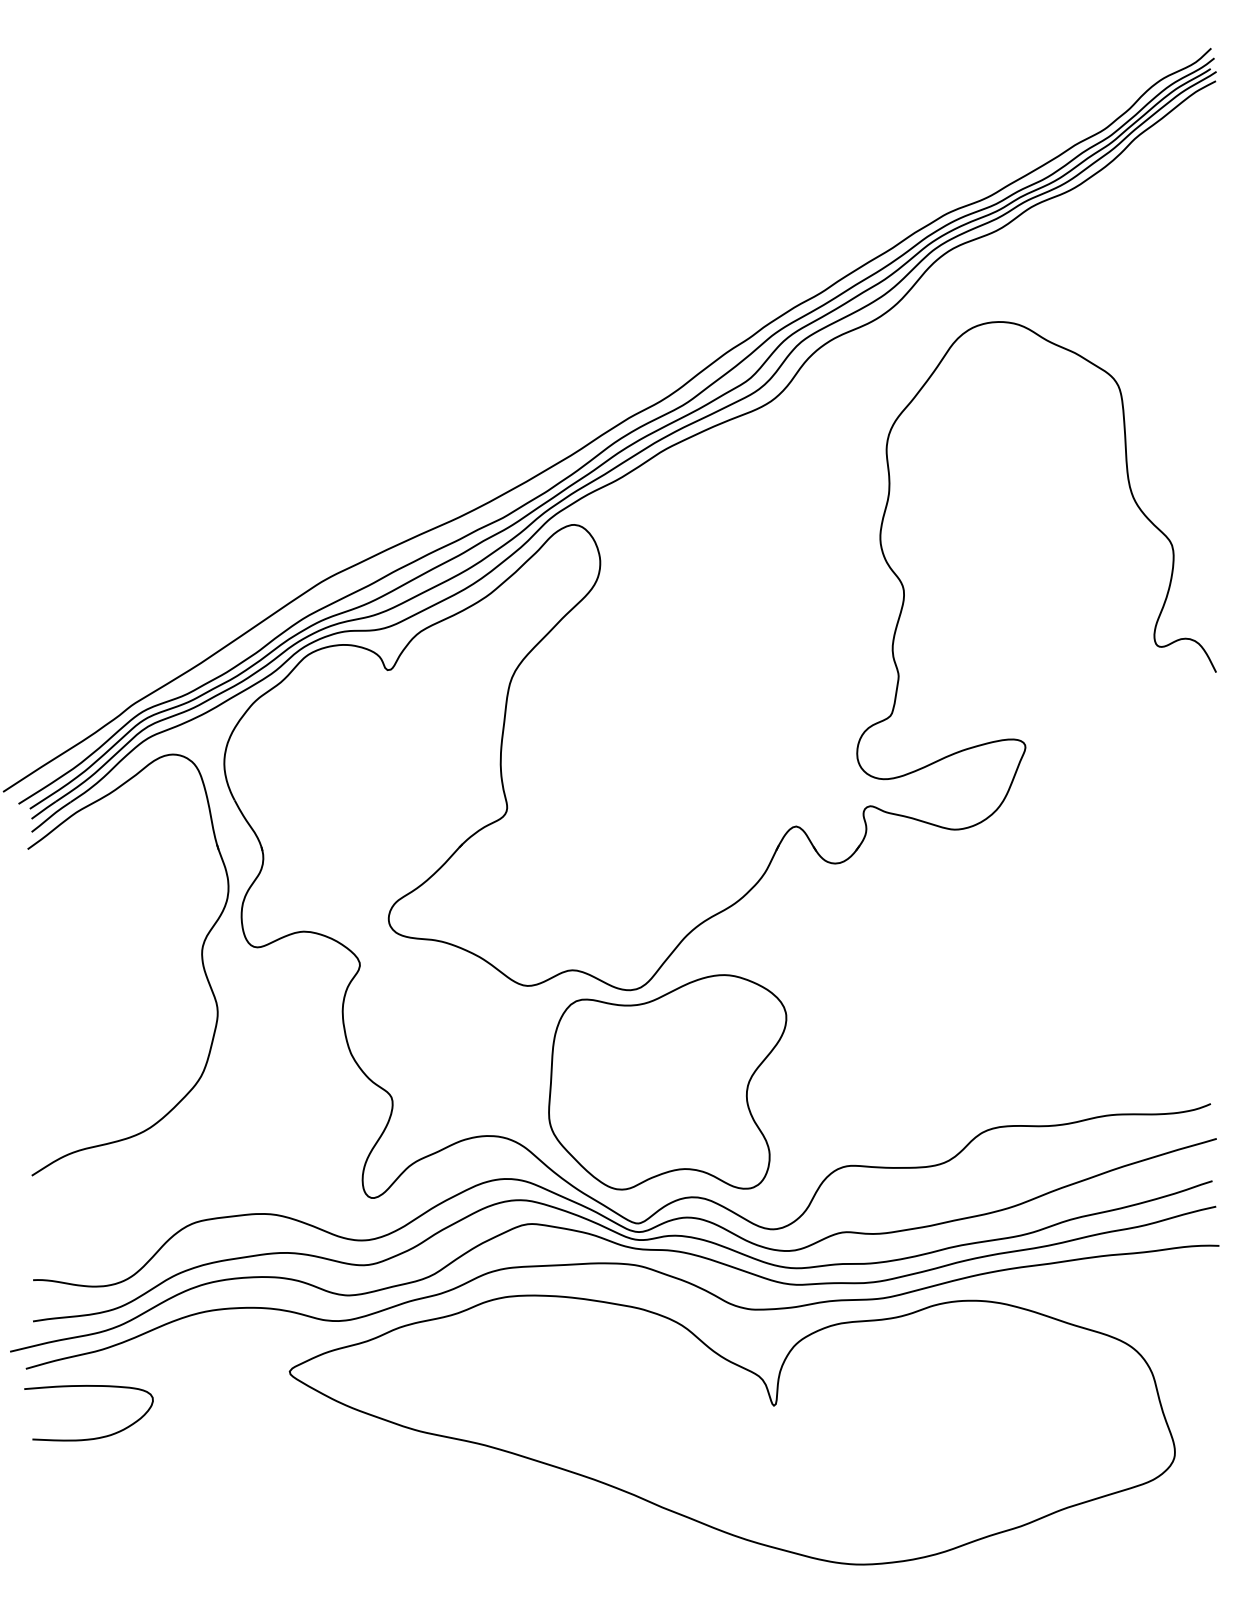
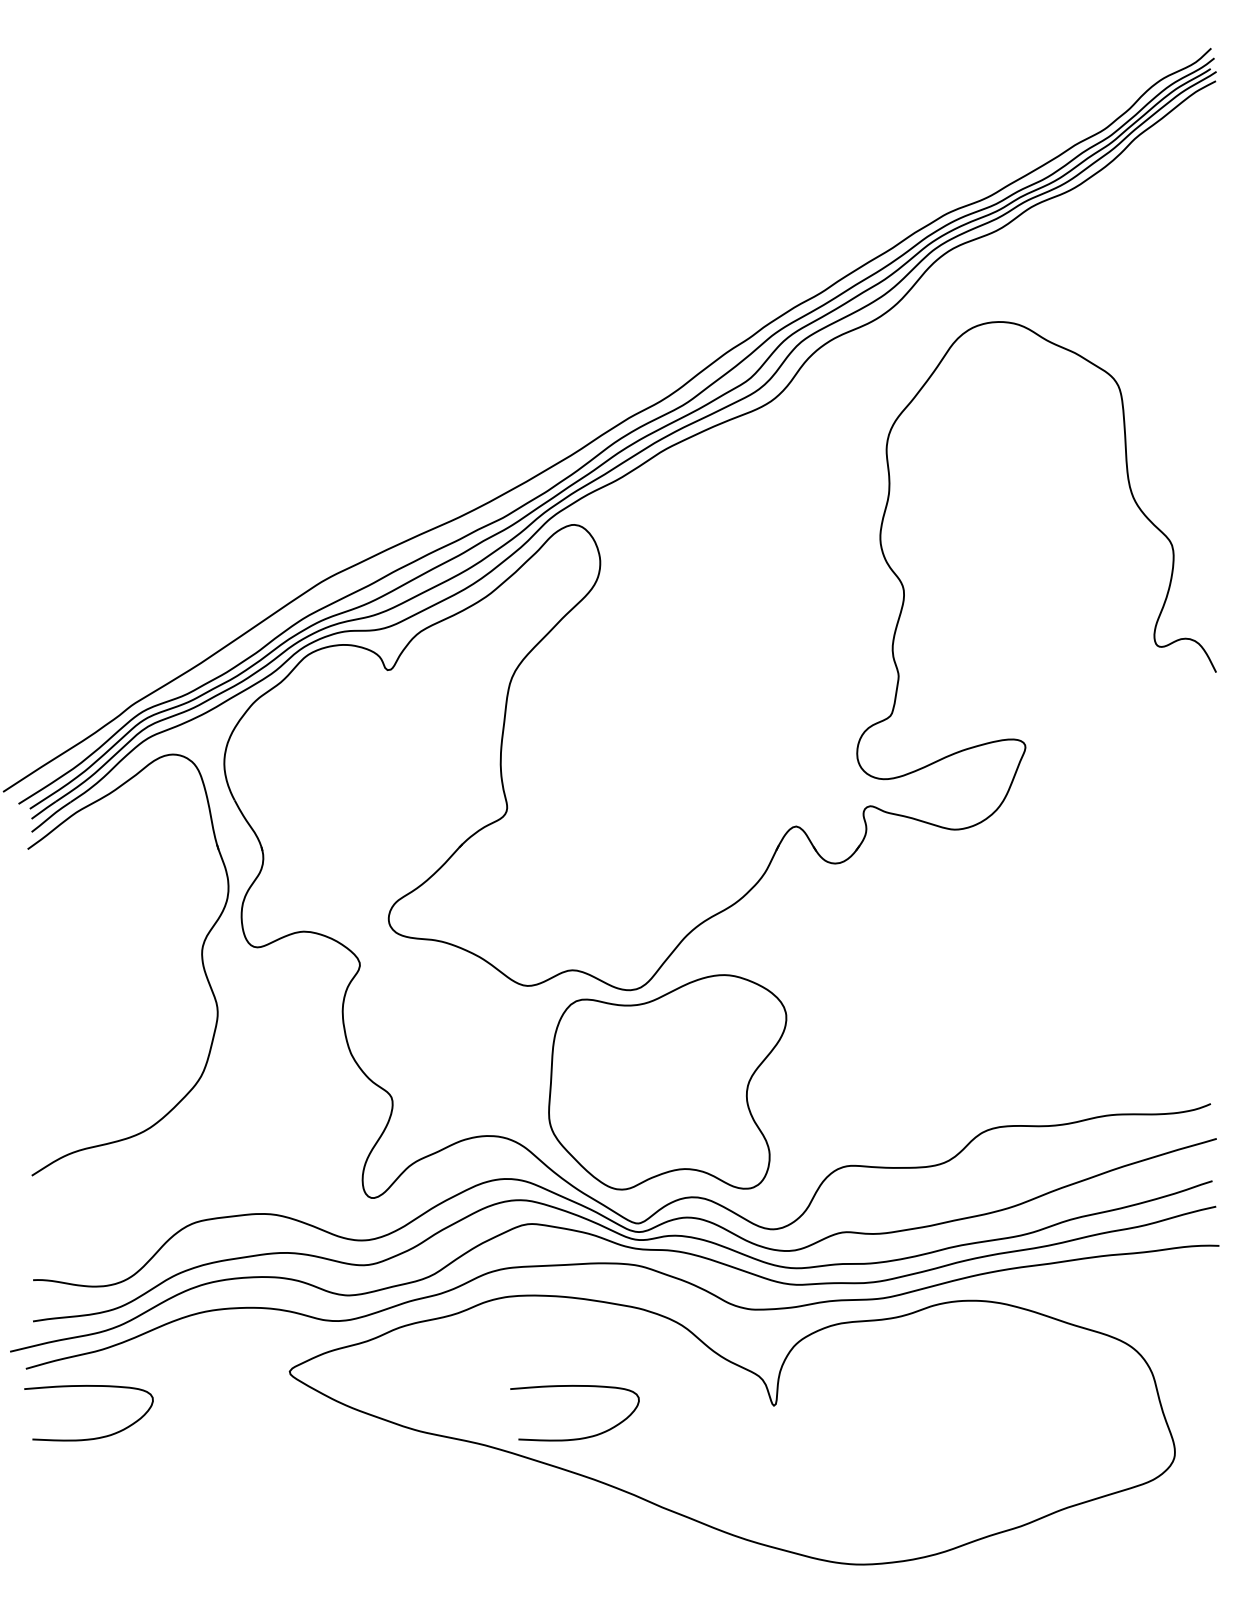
curve at (581, 1437): none -> present
